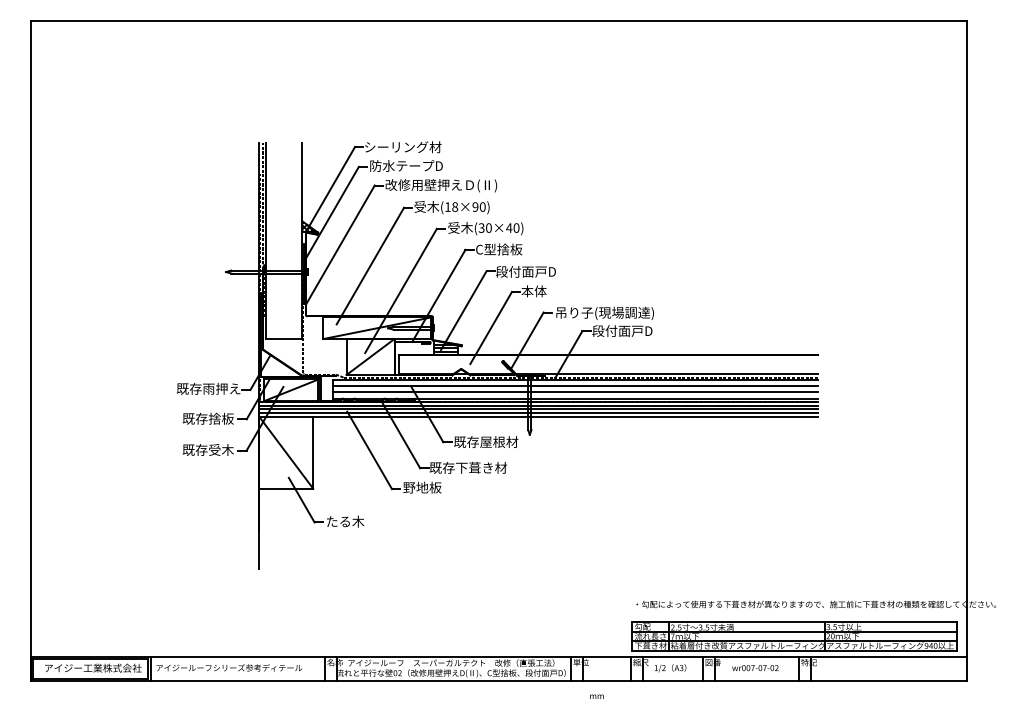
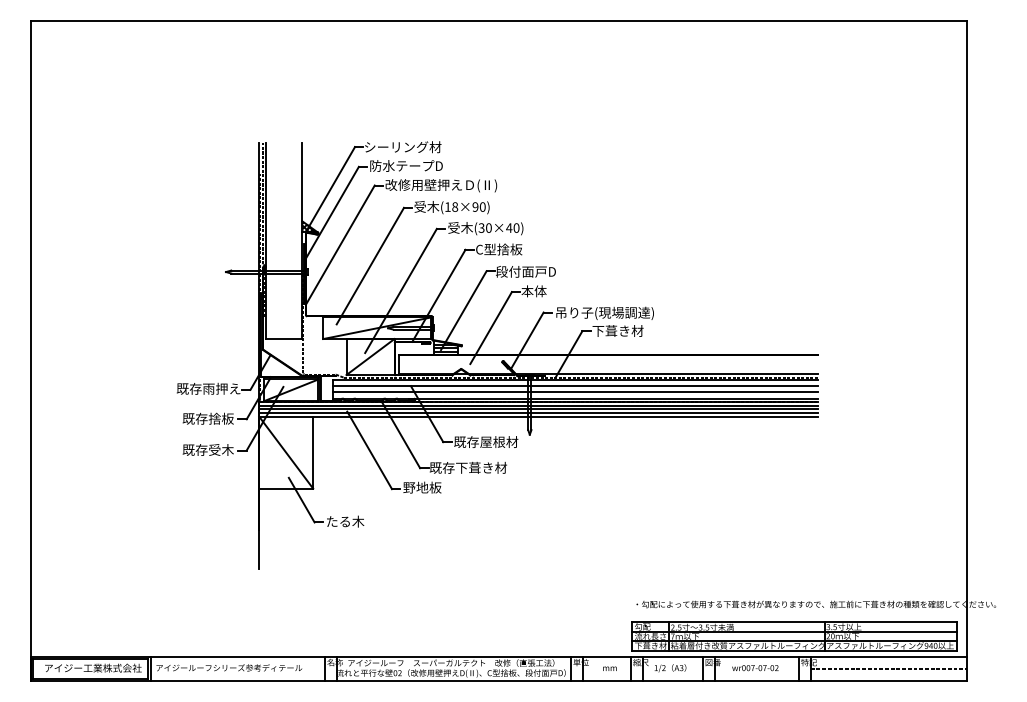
text at (622, 330): 段付面戸D -> 下葺き材
line at (888, 668): none -> present
text at (596, 696) position: (596, 696) -> (609, 668)
